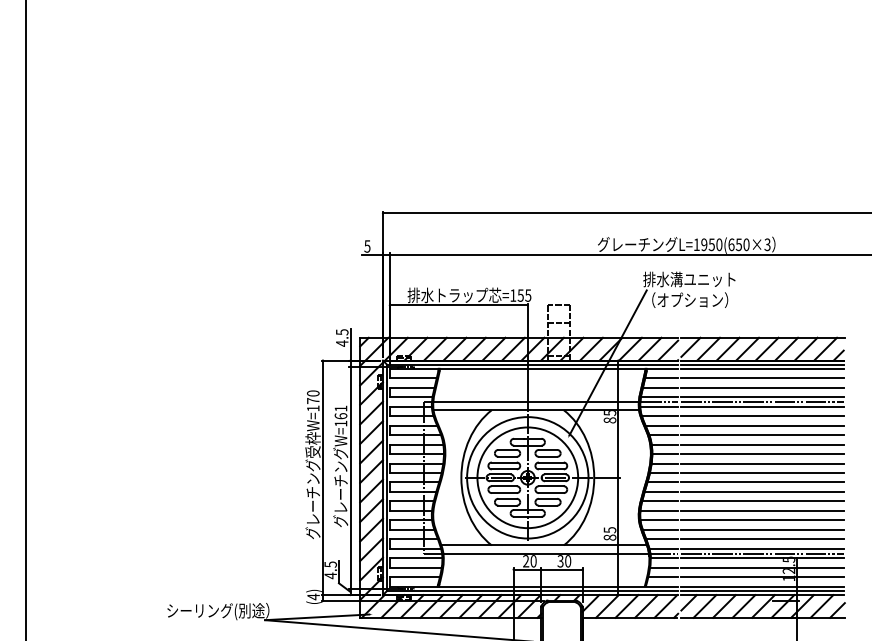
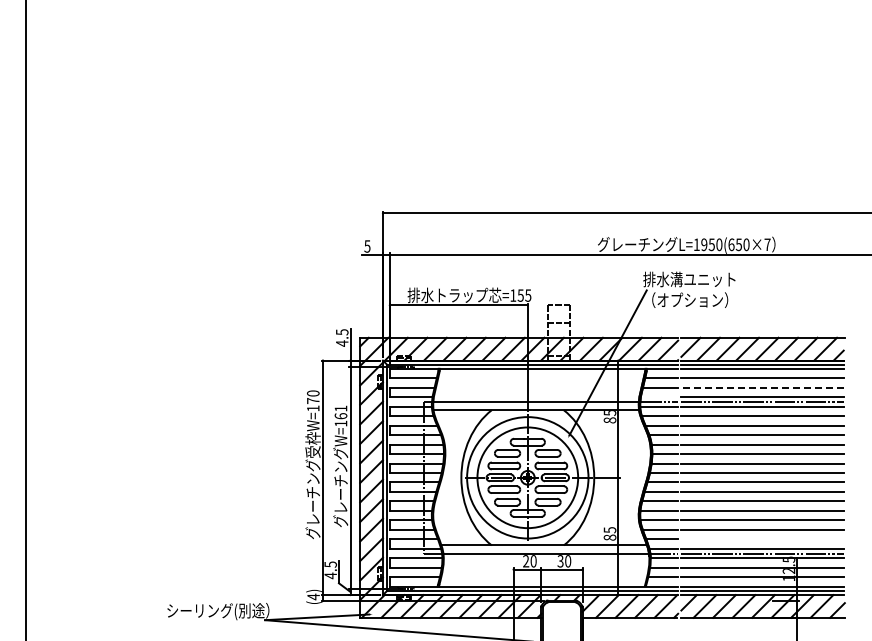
text at (767, 244): L=1950(650×3 -> L=1950(650×7
line at (762, 387): solid -> dashed
line at (659, 397): present -> none
line at (762, 539): present -> none
